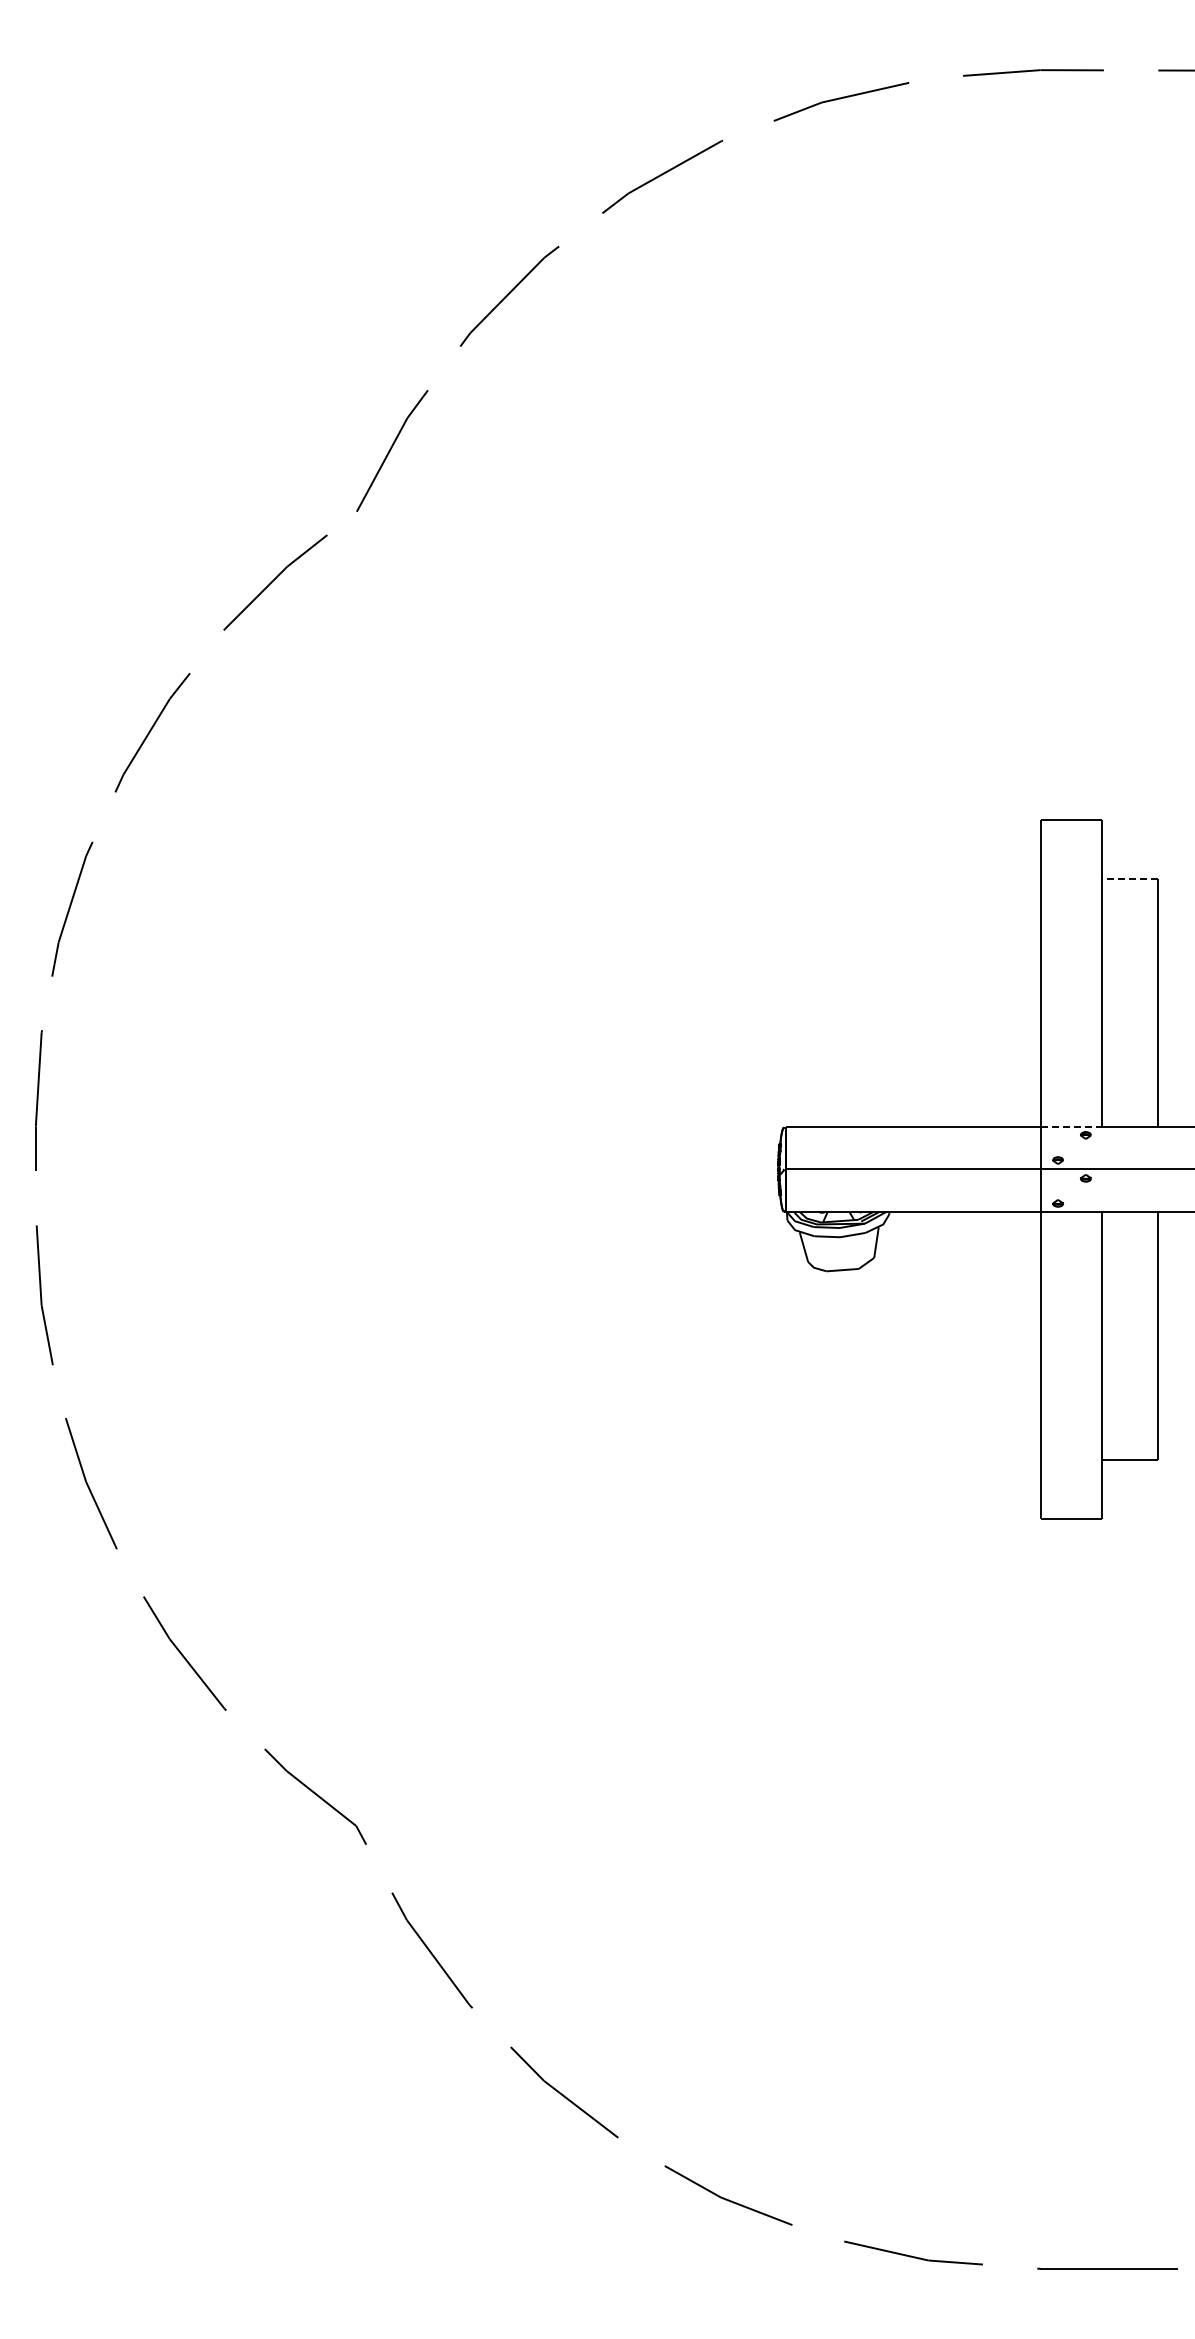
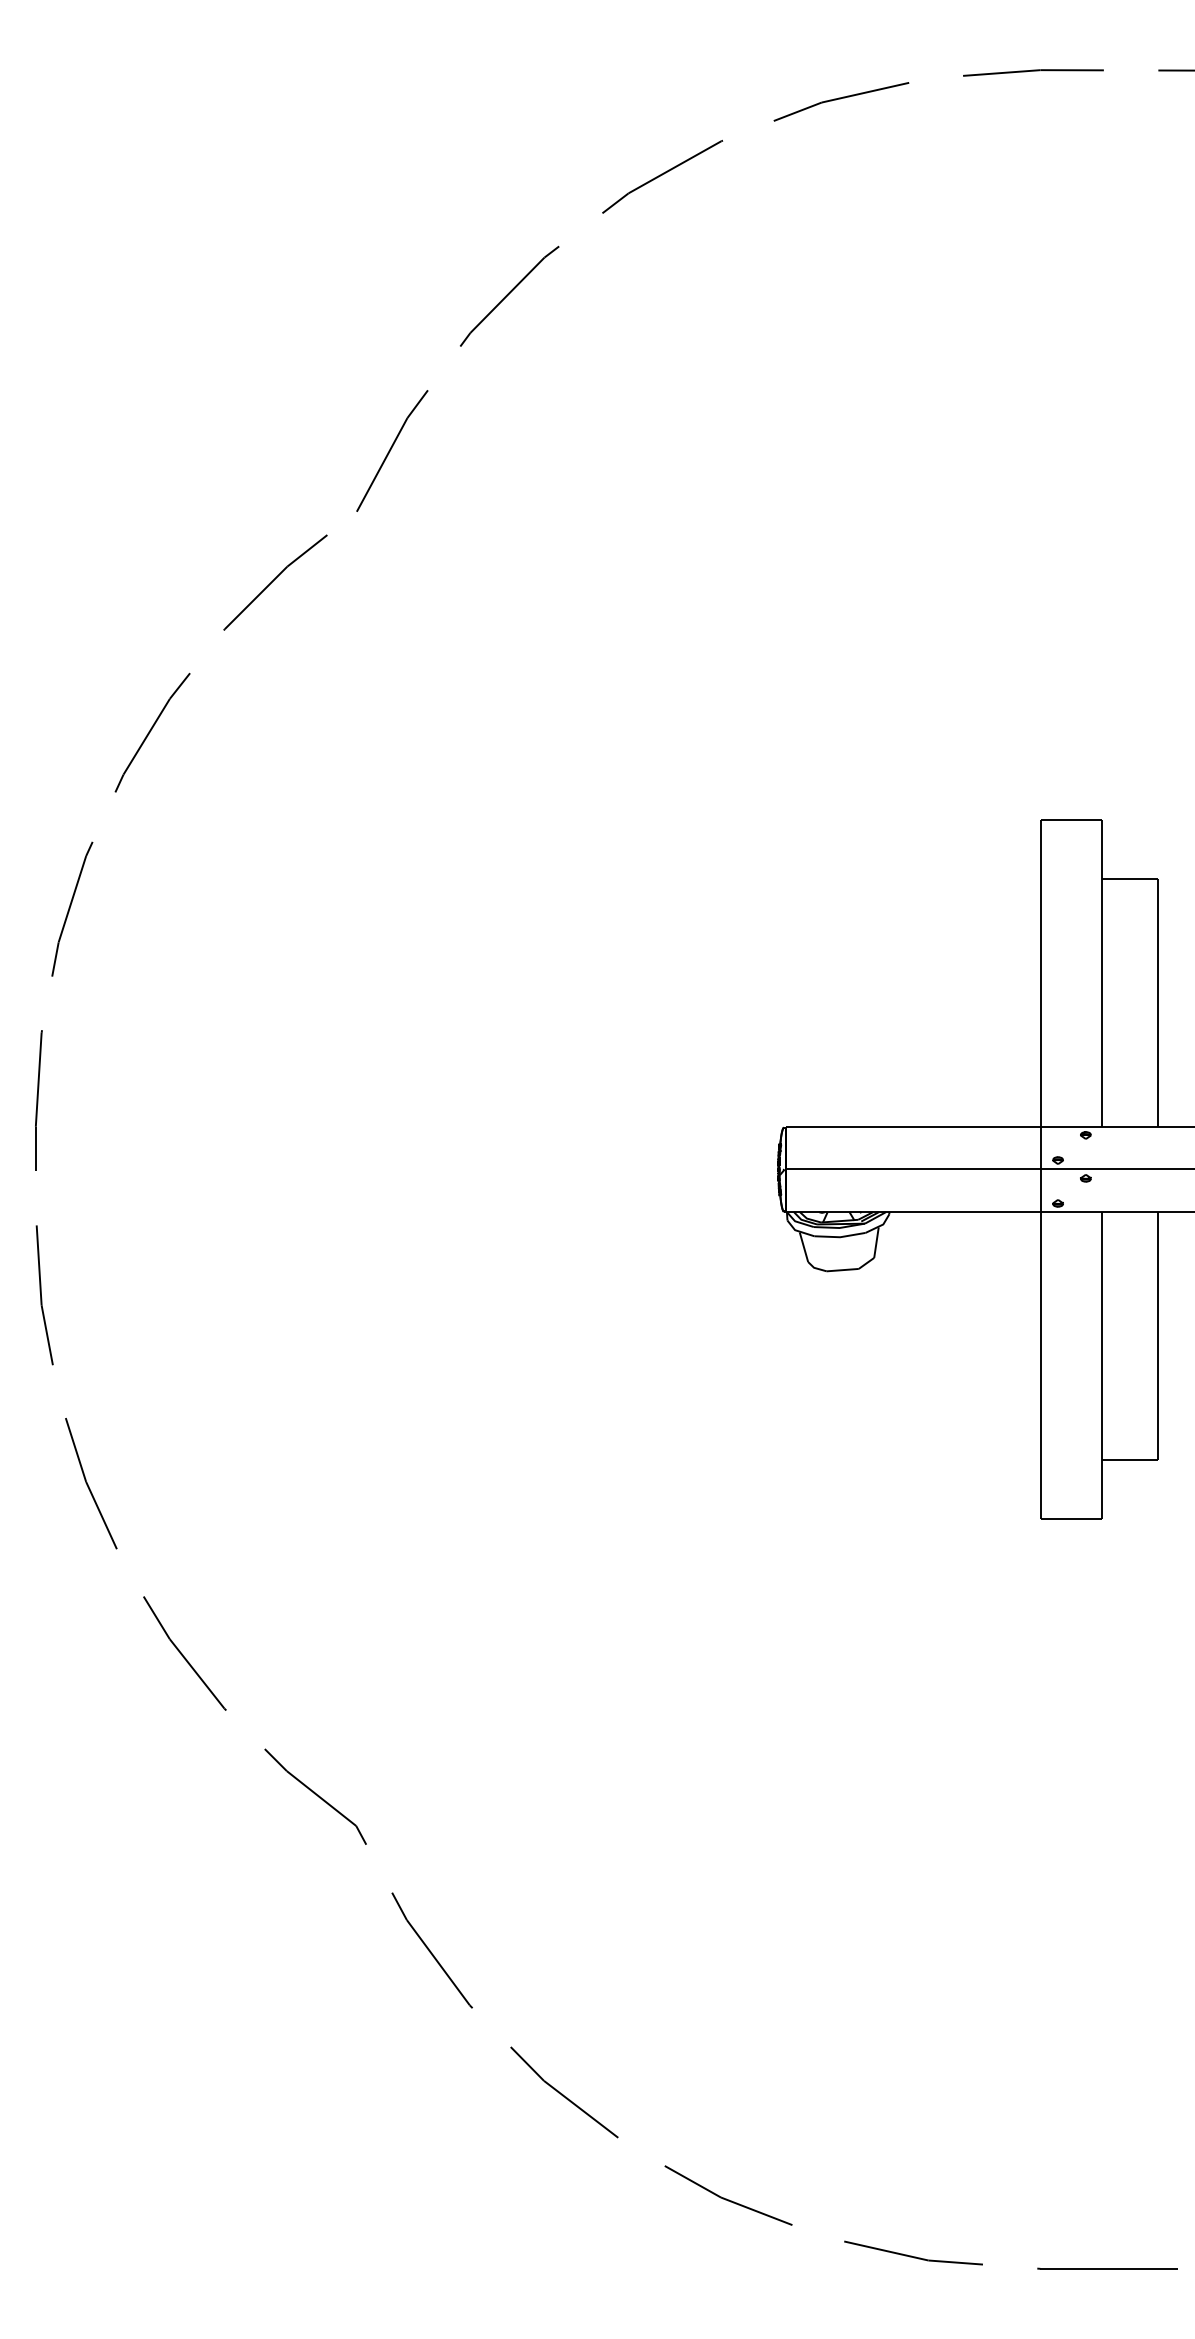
line at (1129, 878): dashed -> solid
line at (1071, 1126): dashed -> solid
